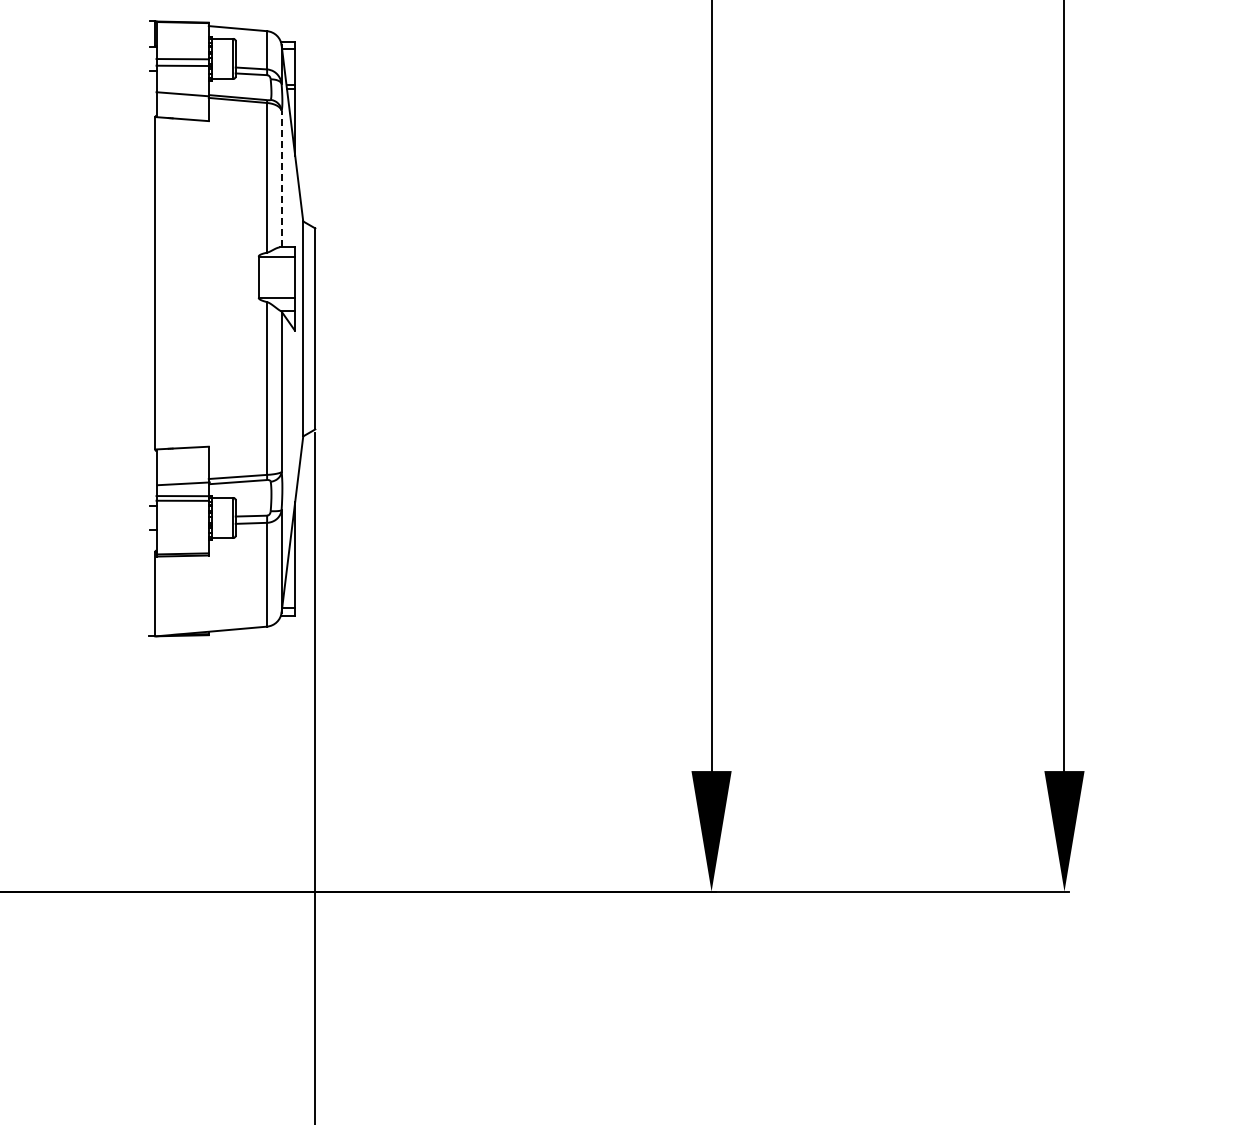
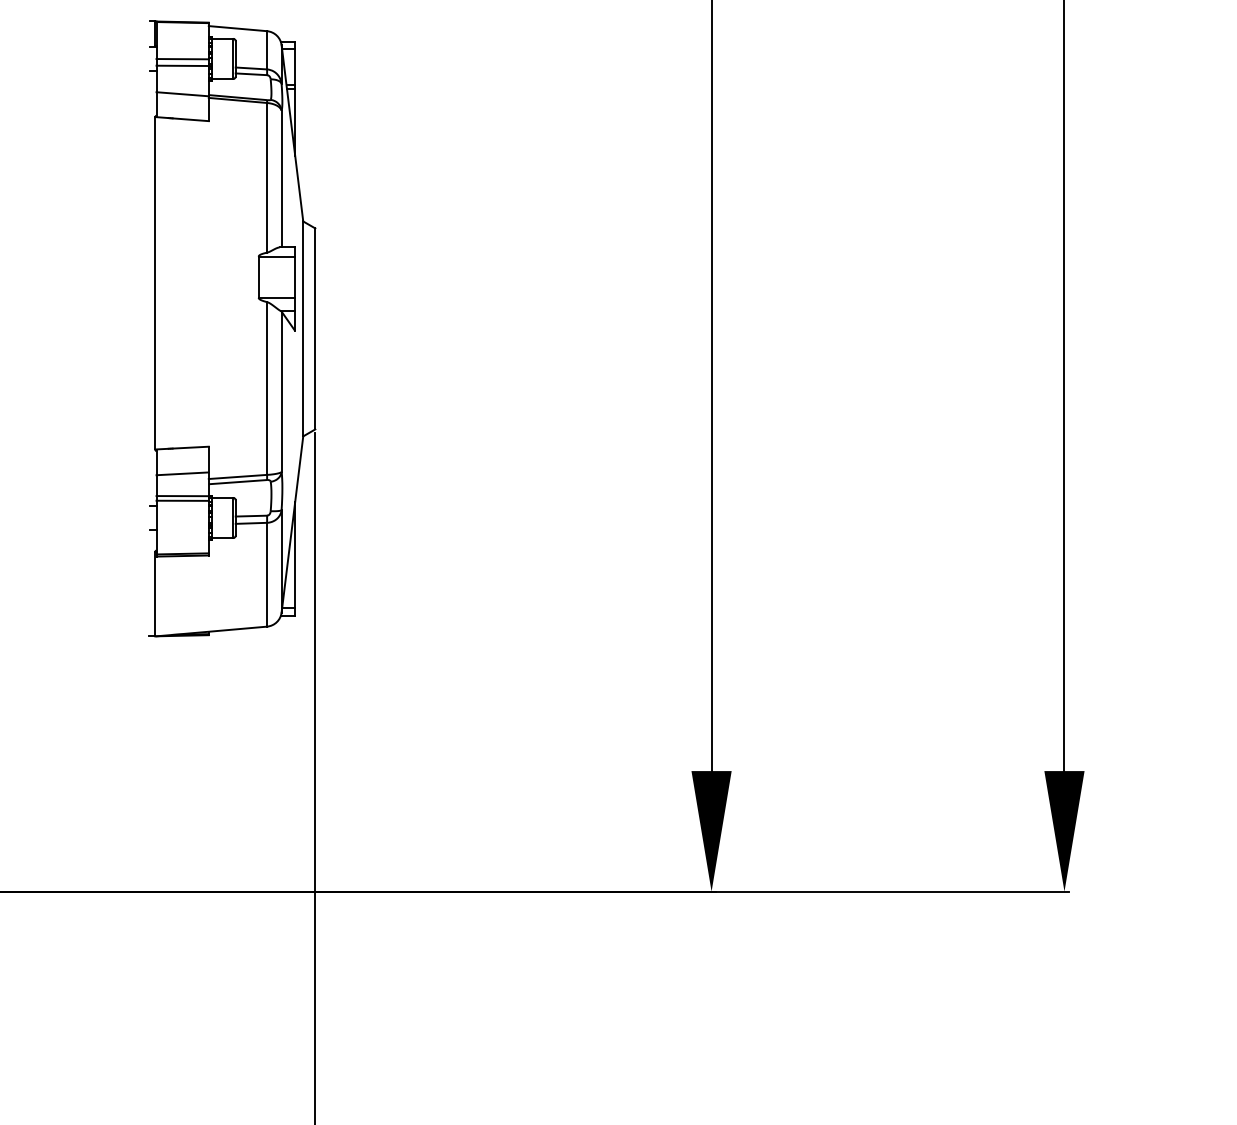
line at (281, 178): dashed -> solid
line at (183, 483) position: (183, 483) -> (182, 473)
